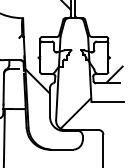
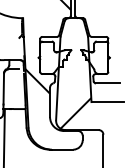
hatch at (114, 74): present -> none
